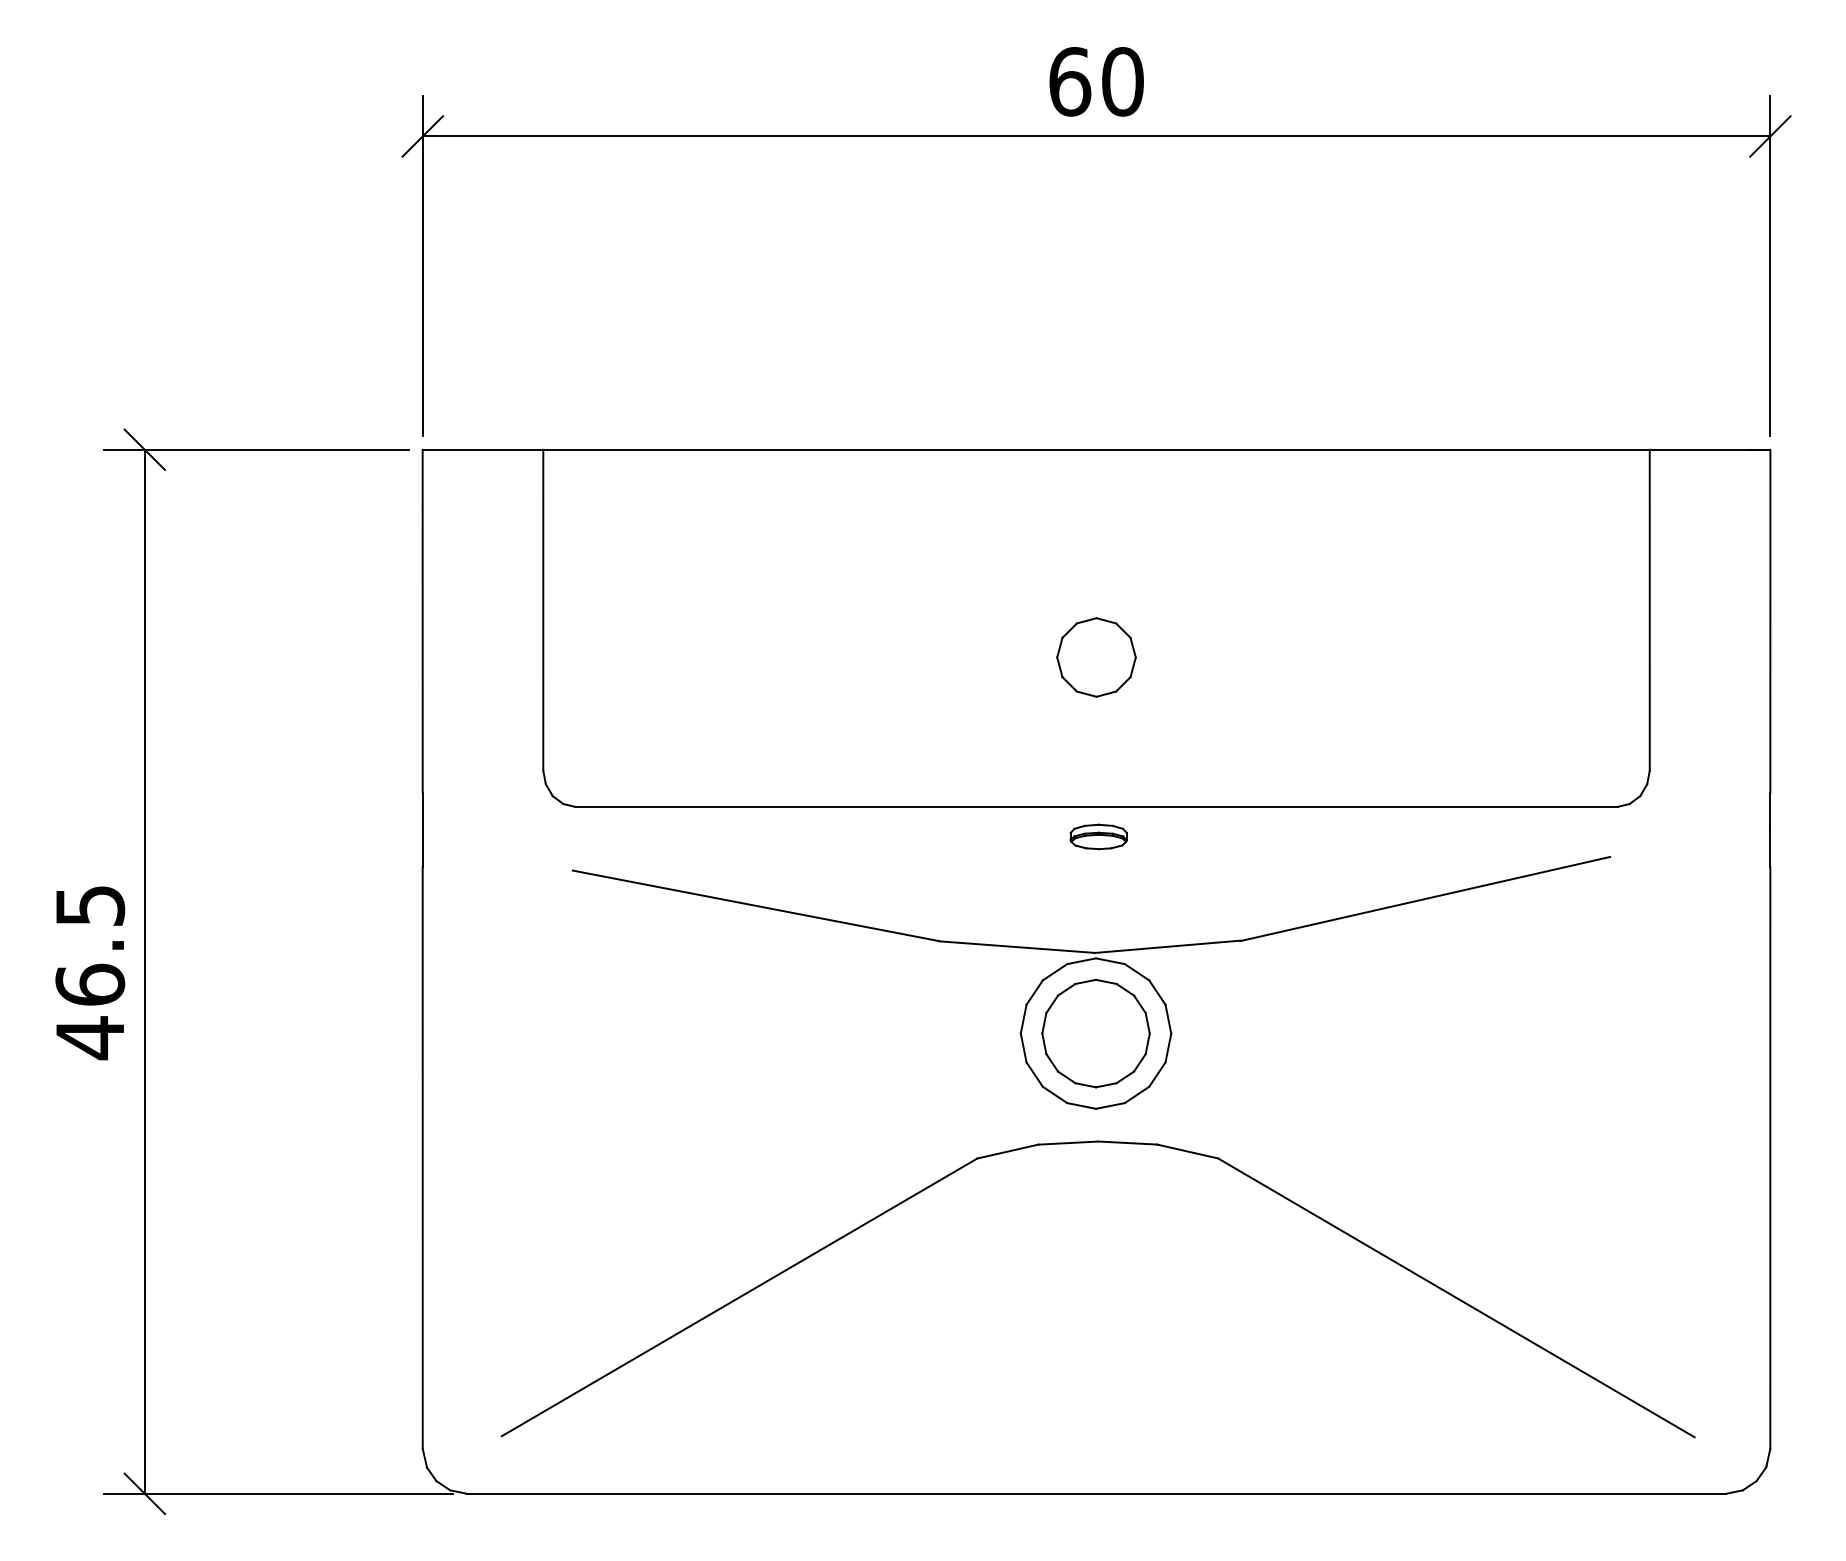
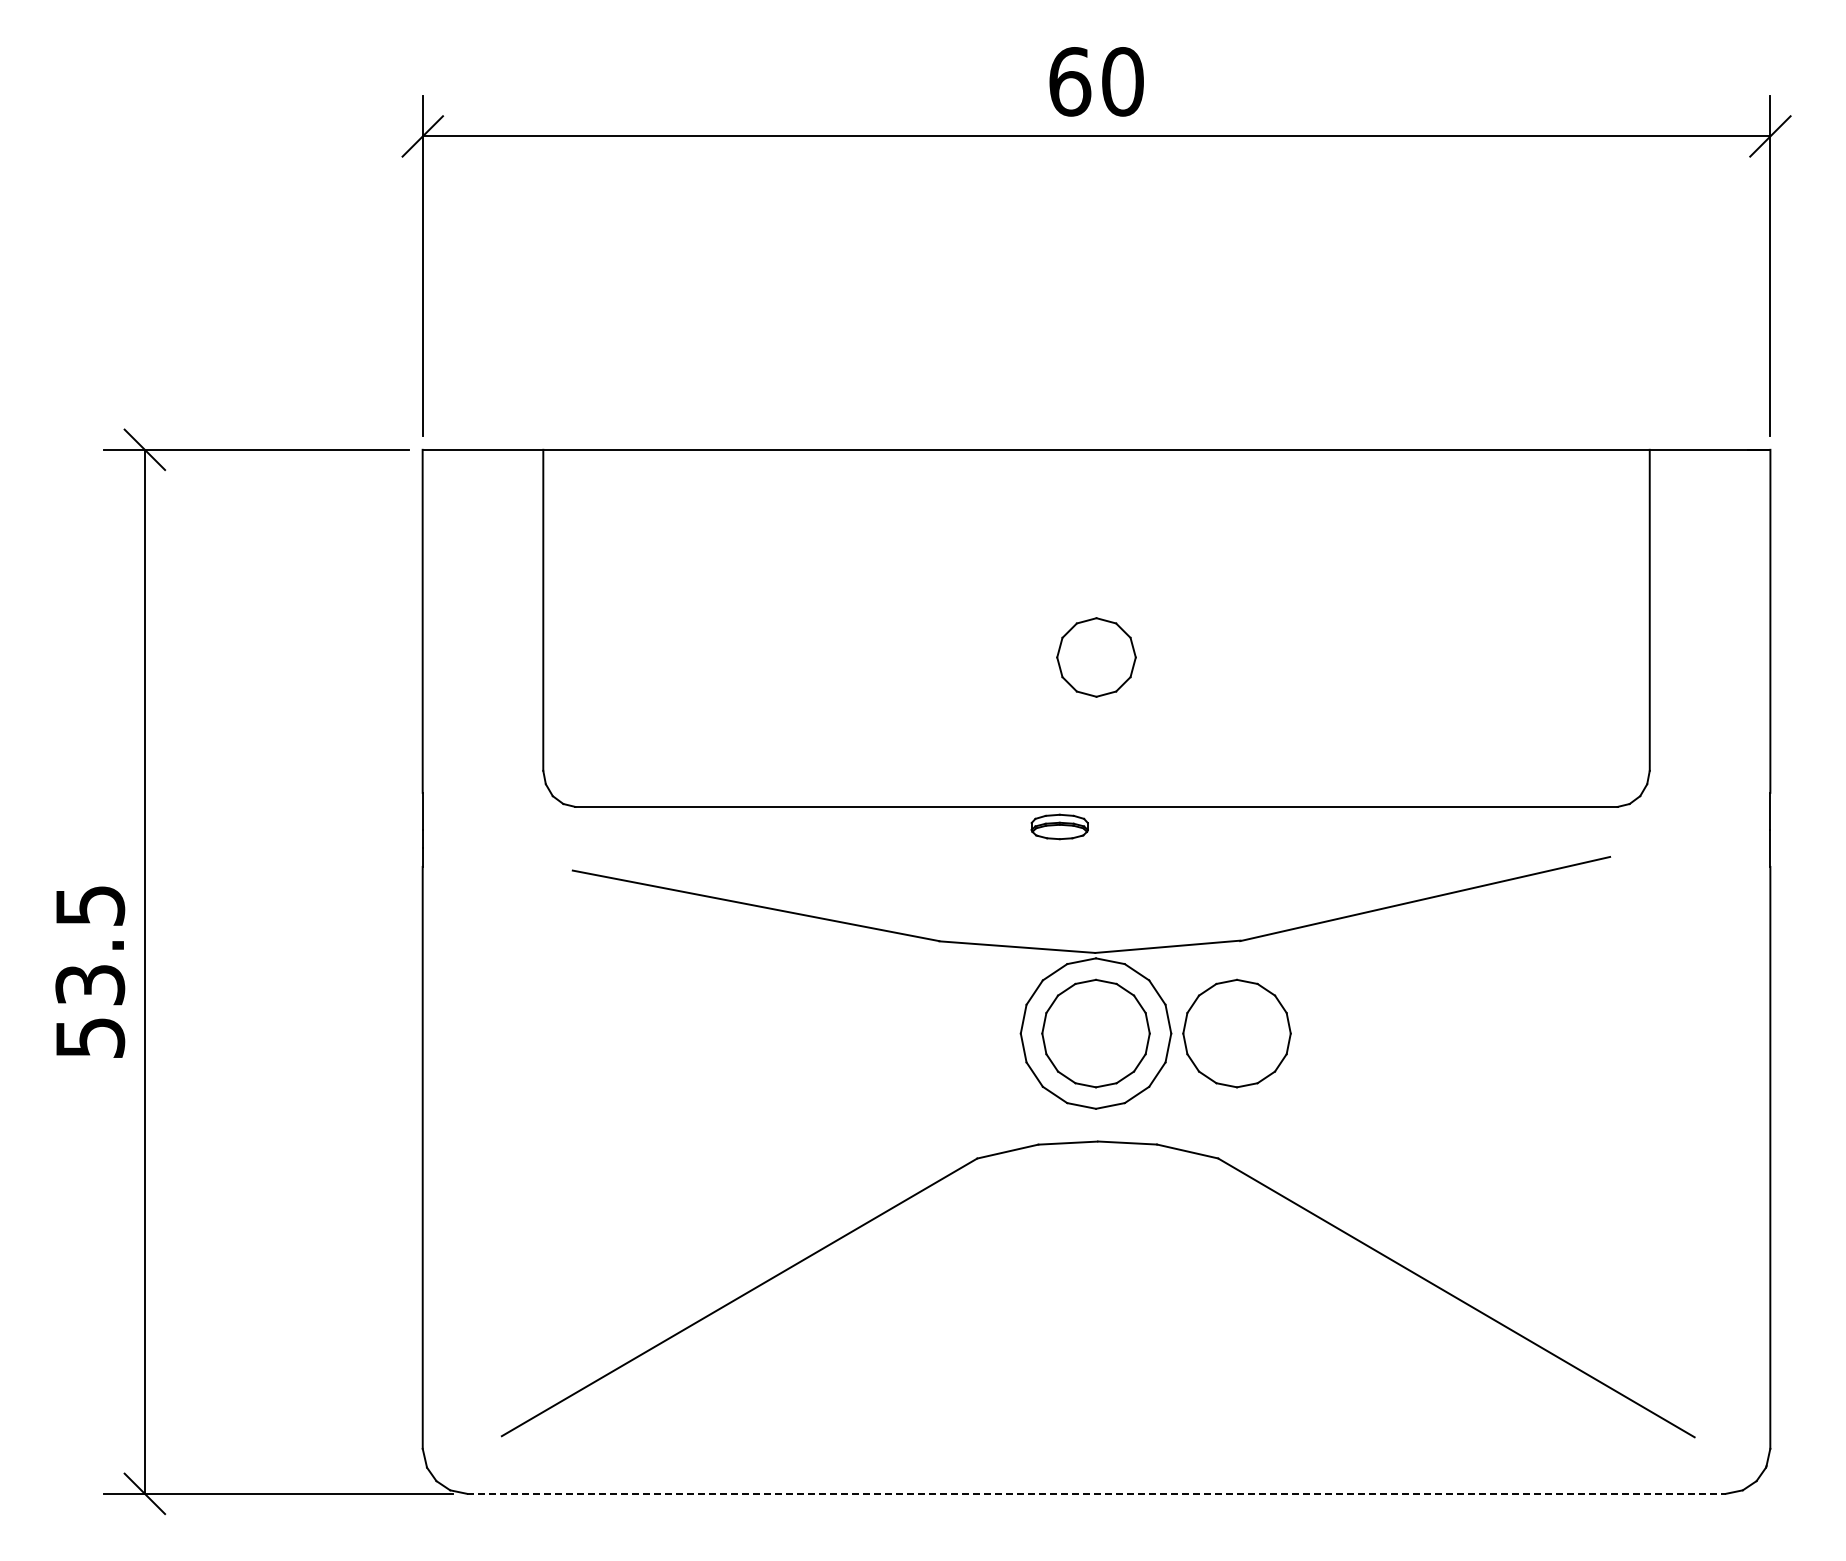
part at (1098, 836) position: (1098, 836) -> (1059, 826)
text at (90, 1011): 46.5 -> 53.5
part at (1236, 1033): none -> present
line at (1097, 1493): solid -> dashed
